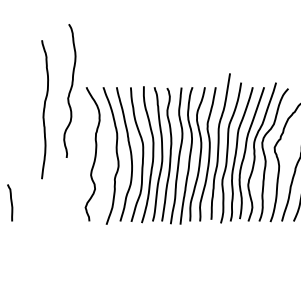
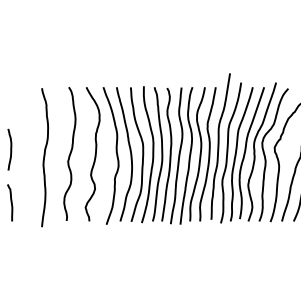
curve at (69, 90) position: (69, 90) -> (69, 153)
curve at (44, 109) position: (44, 109) -> (44, 157)
curve at (10, 149): none -> present
